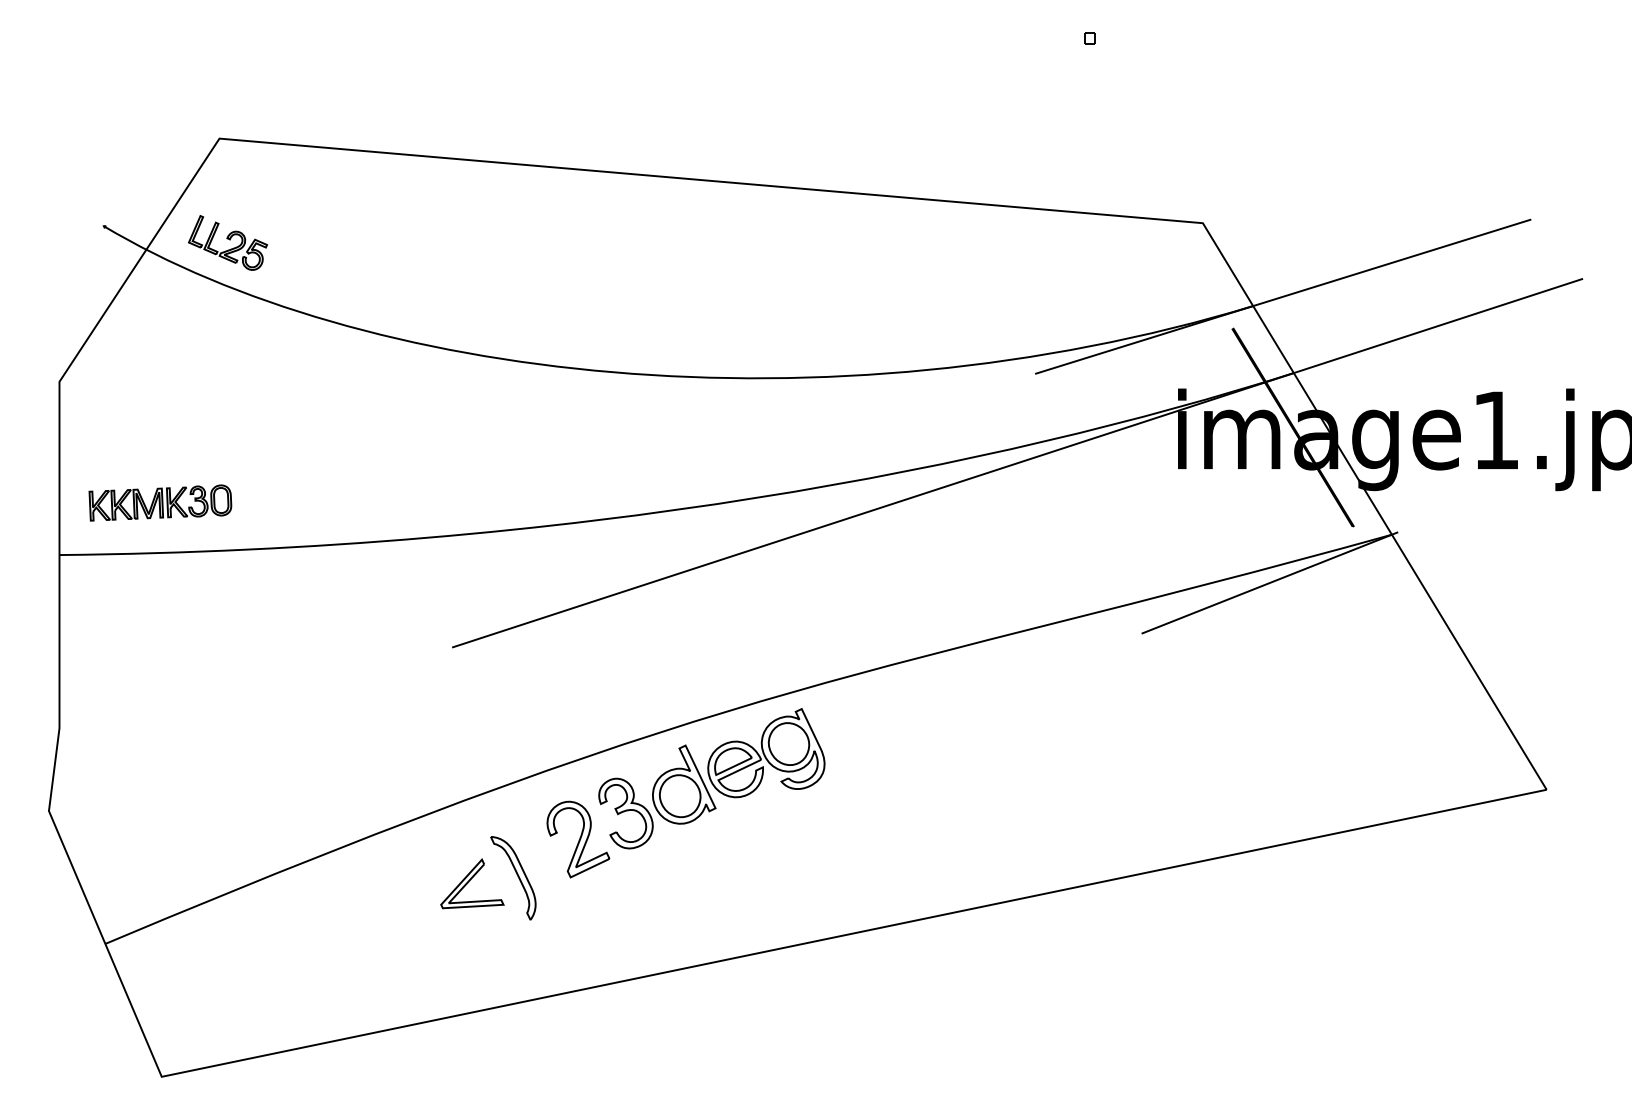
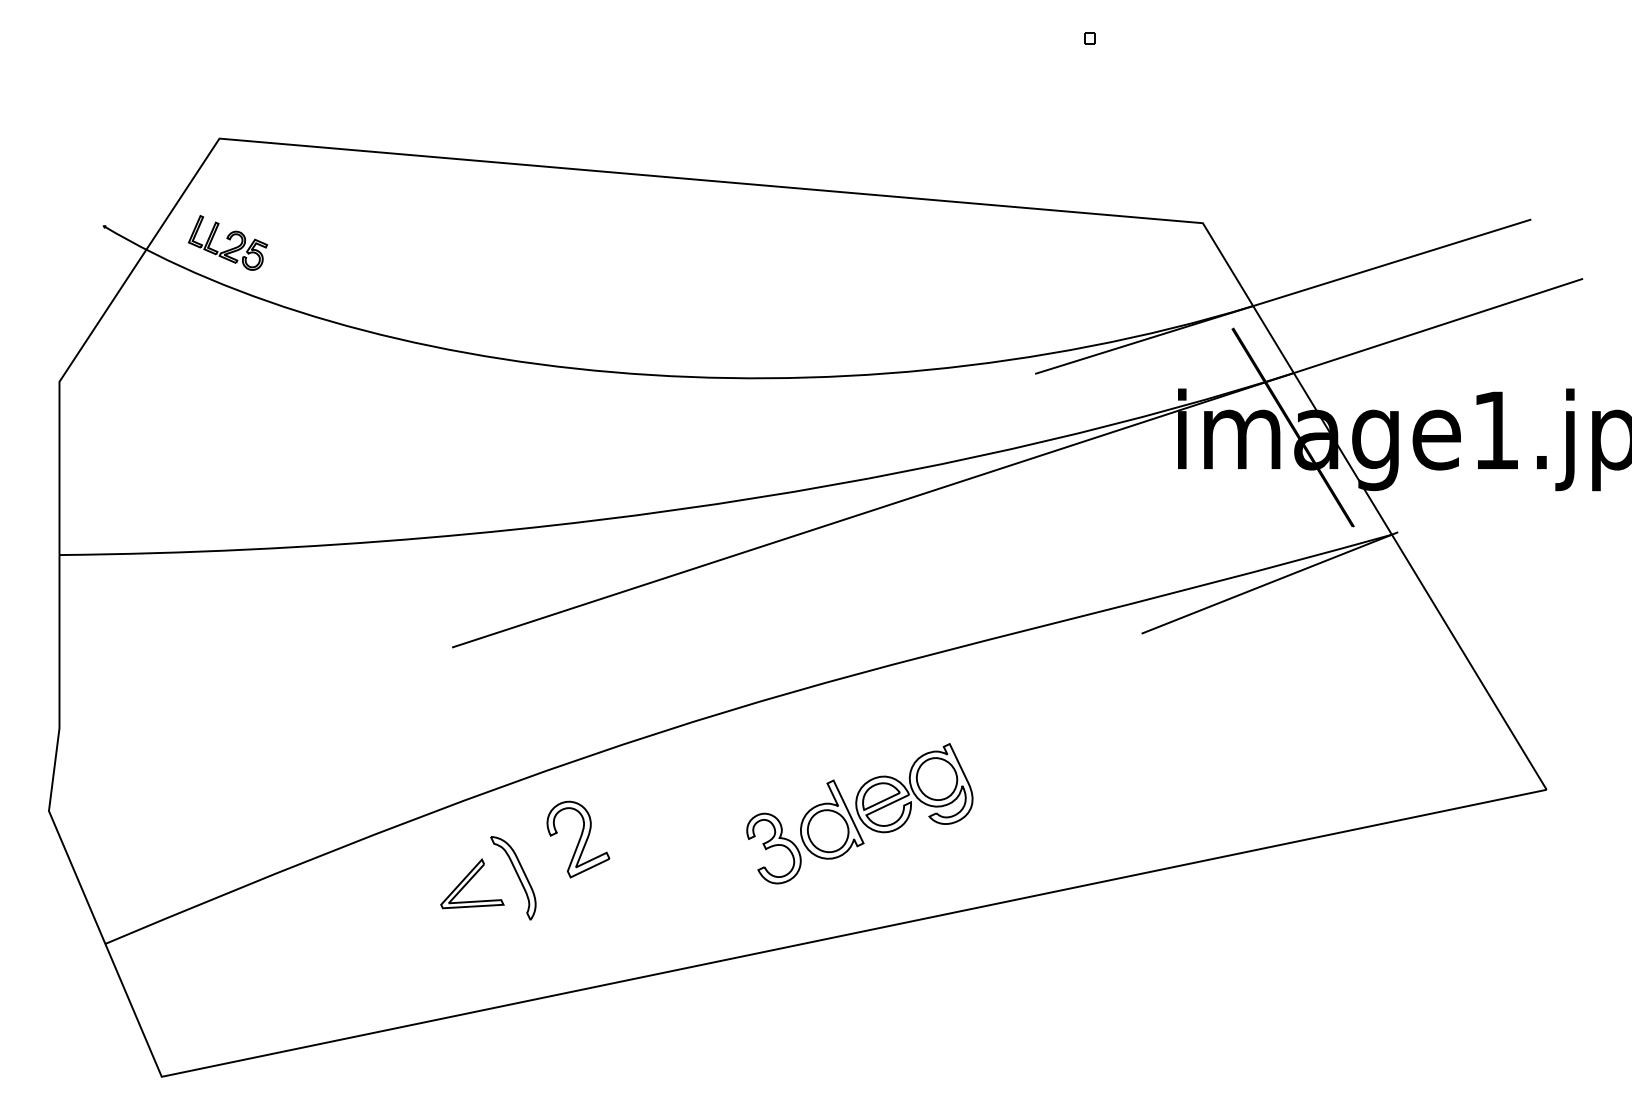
part at (160, 502): present -> none
part at (711, 778) position: (711, 778) -> (859, 813)
